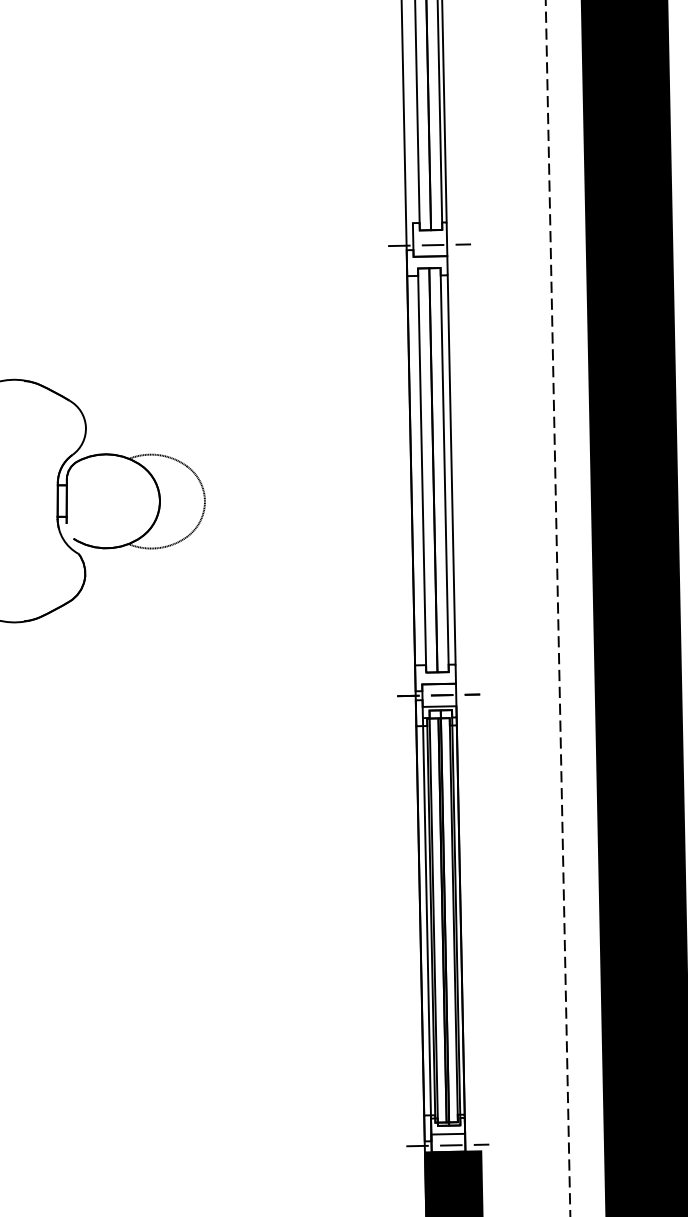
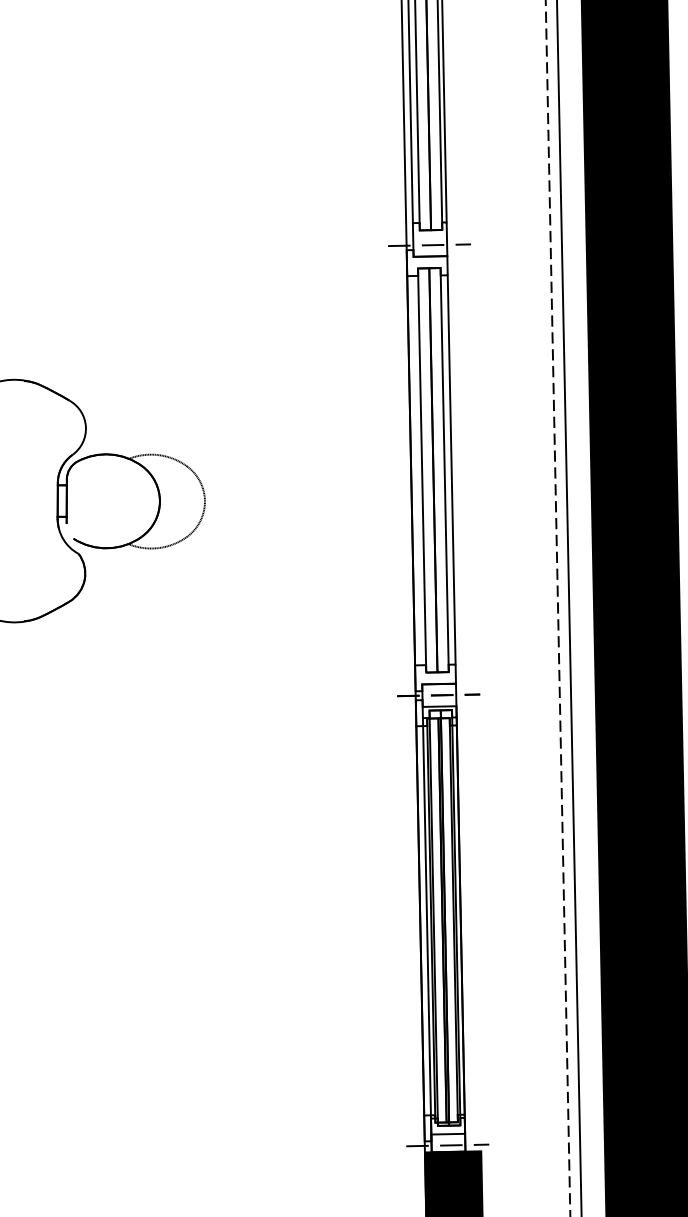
line at (410, 112): none -> present
line at (569, 607): none -> present
